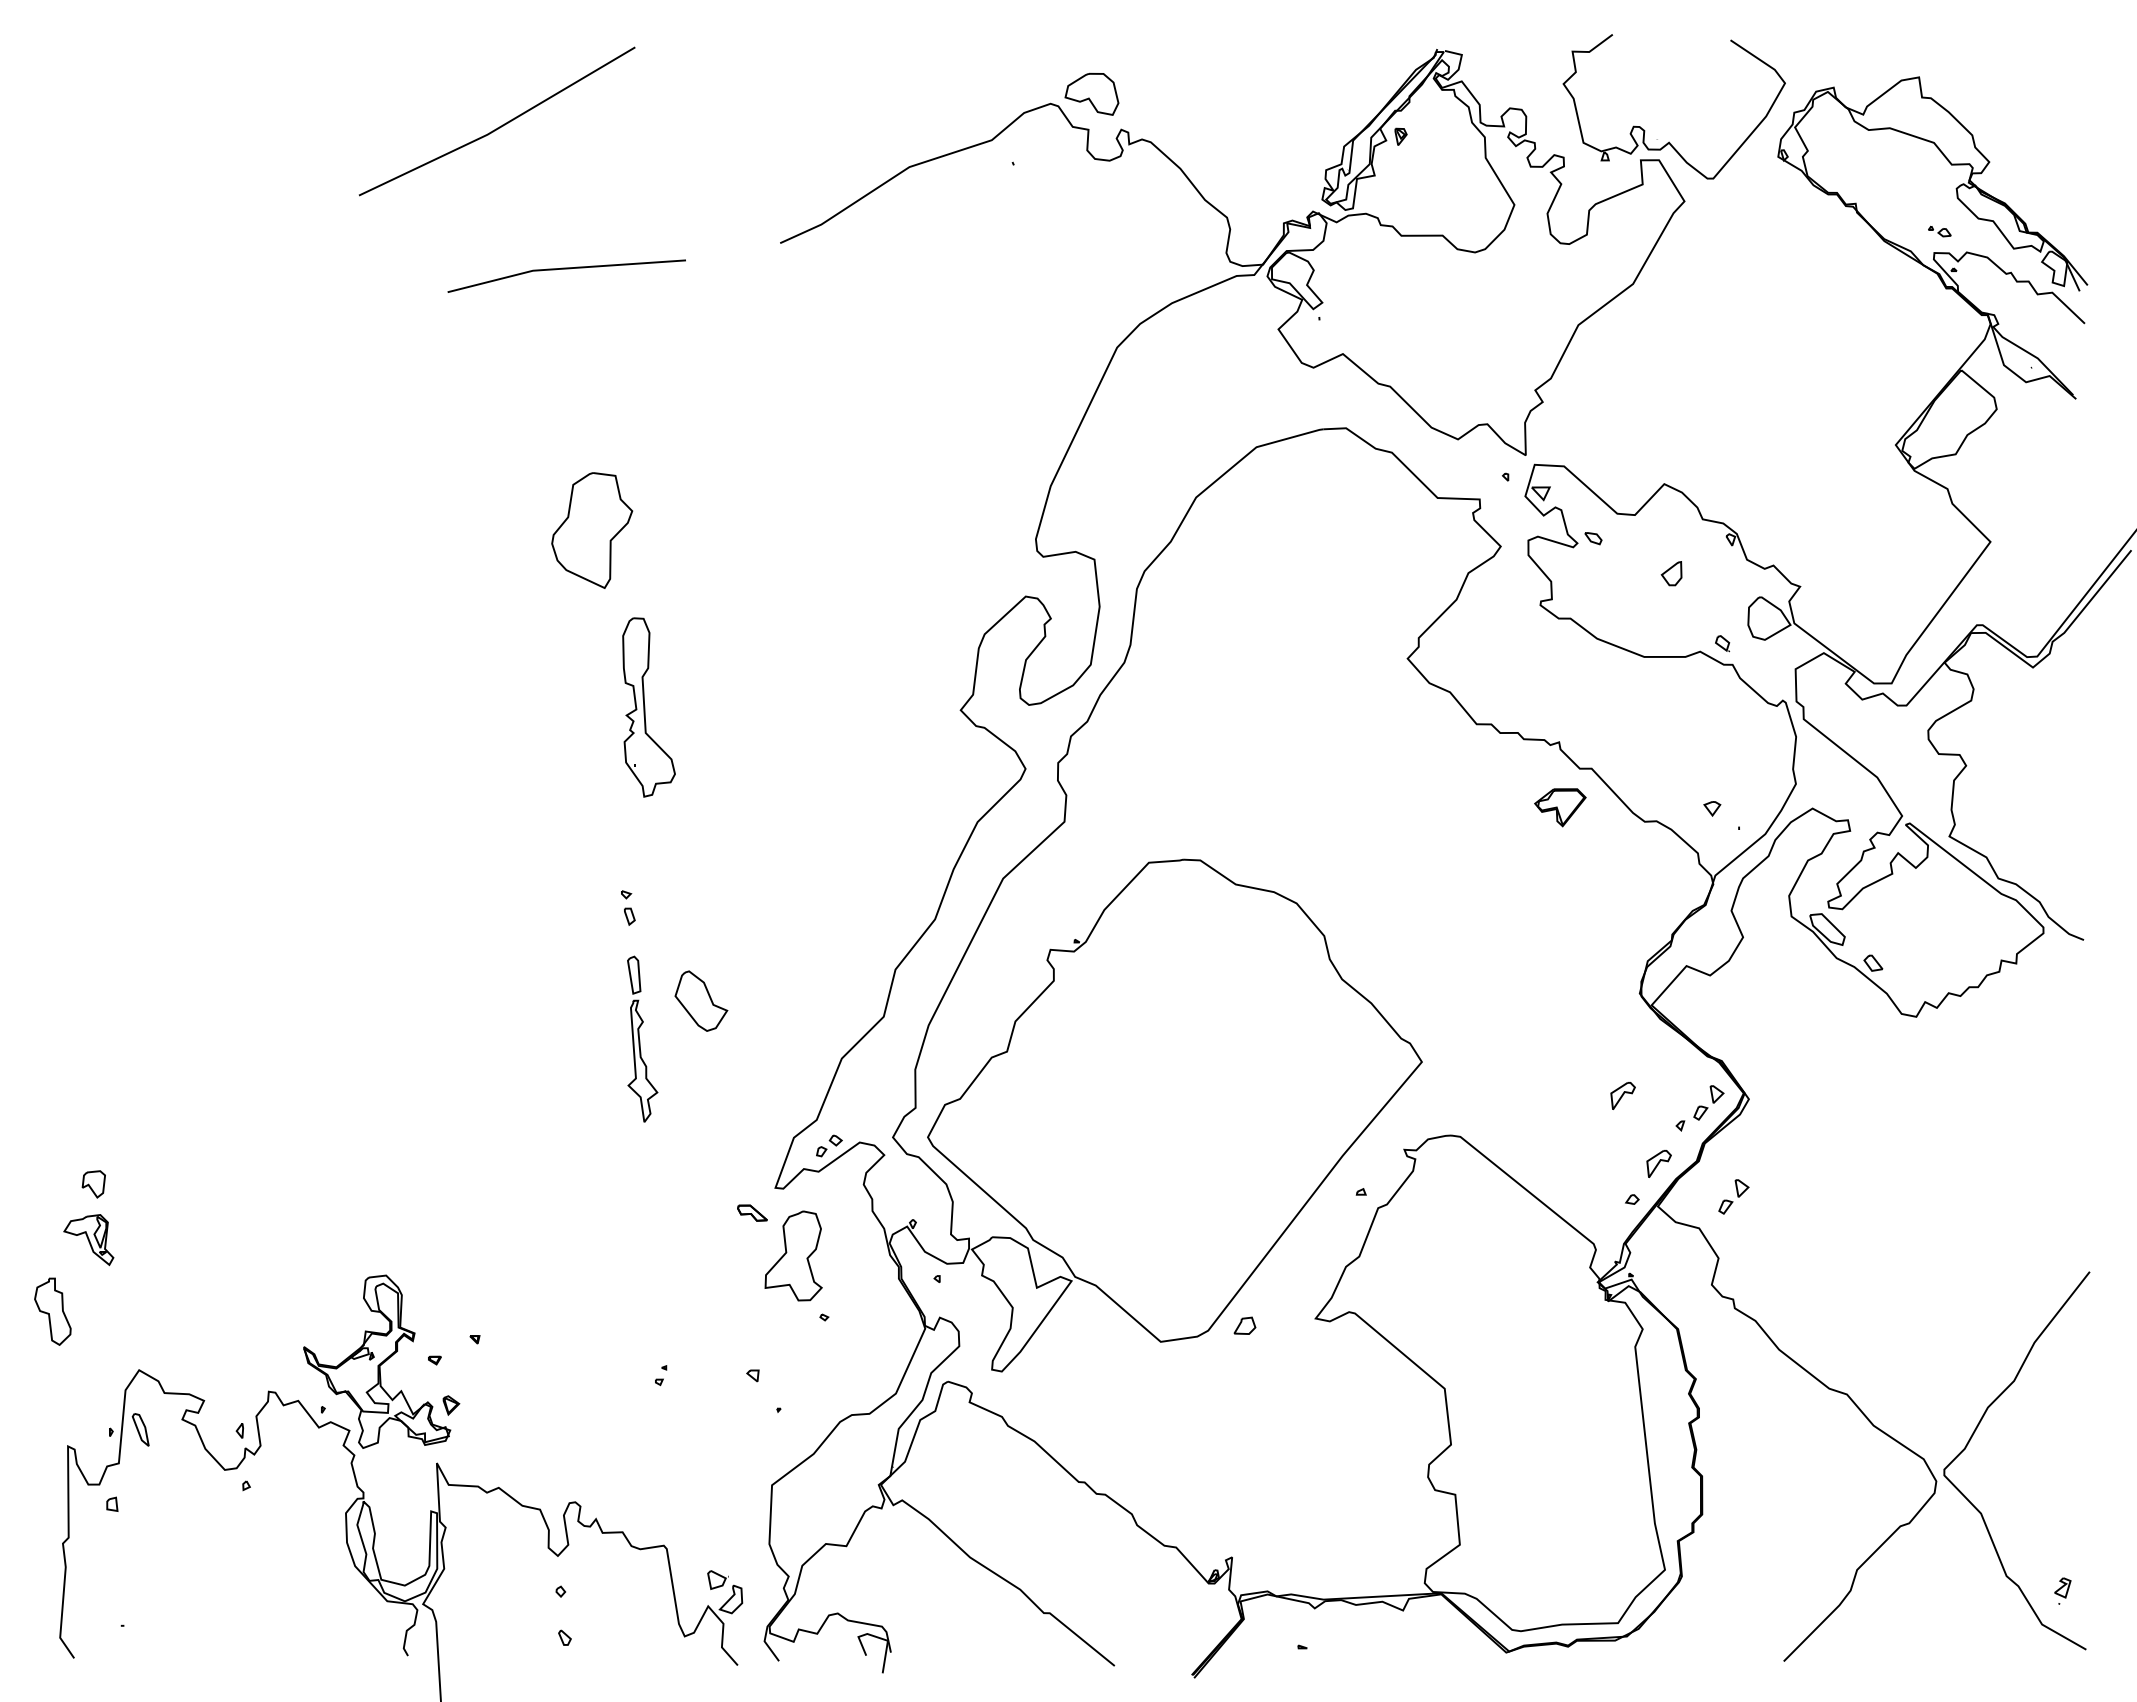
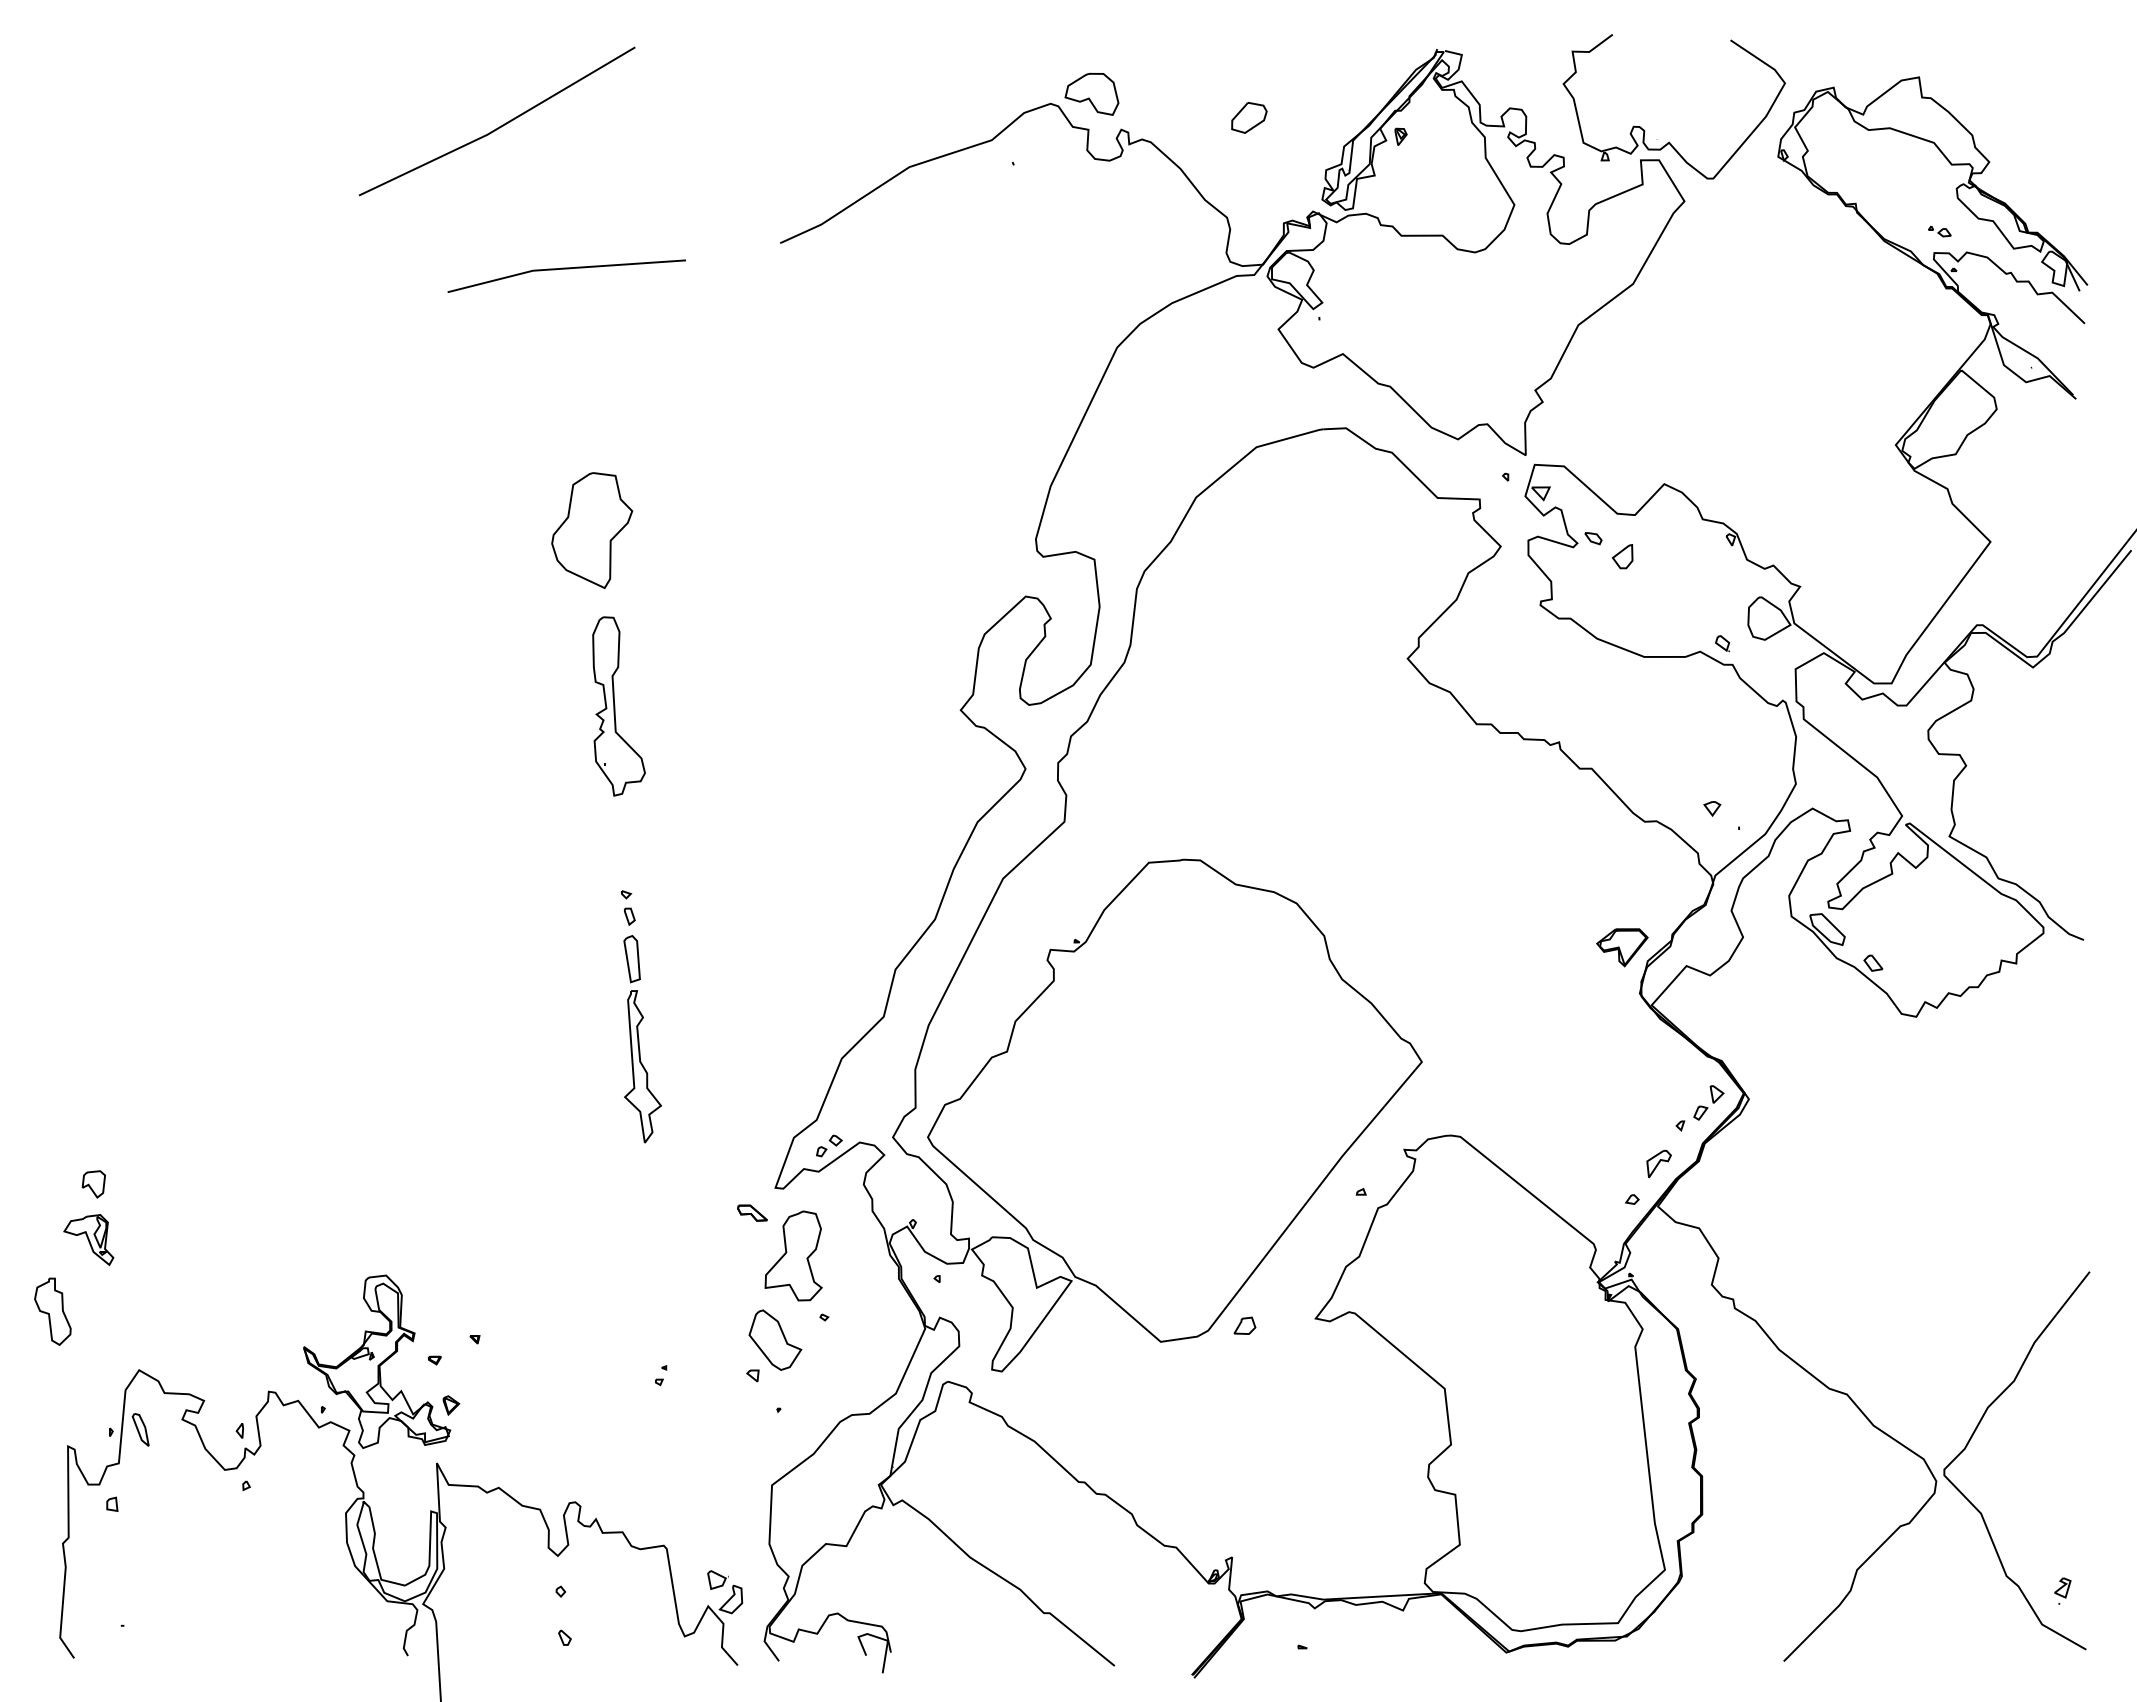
part at (1249, 117): none -> present
part at (1671, 573) position: (1671, 573) -> (1622, 556)
part at (648, 707) position: (648, 707) -> (618, 706)
part at (1560, 807) position: (1560, 807) -> (1622, 947)
part at (701, 1000) position: (701, 1000) -> (775, 1339)
part at (642, 1038) size: 32x168 px -> 39x209 px
part at (1622, 1095): present -> none
part at (1733, 1196): present -> none
